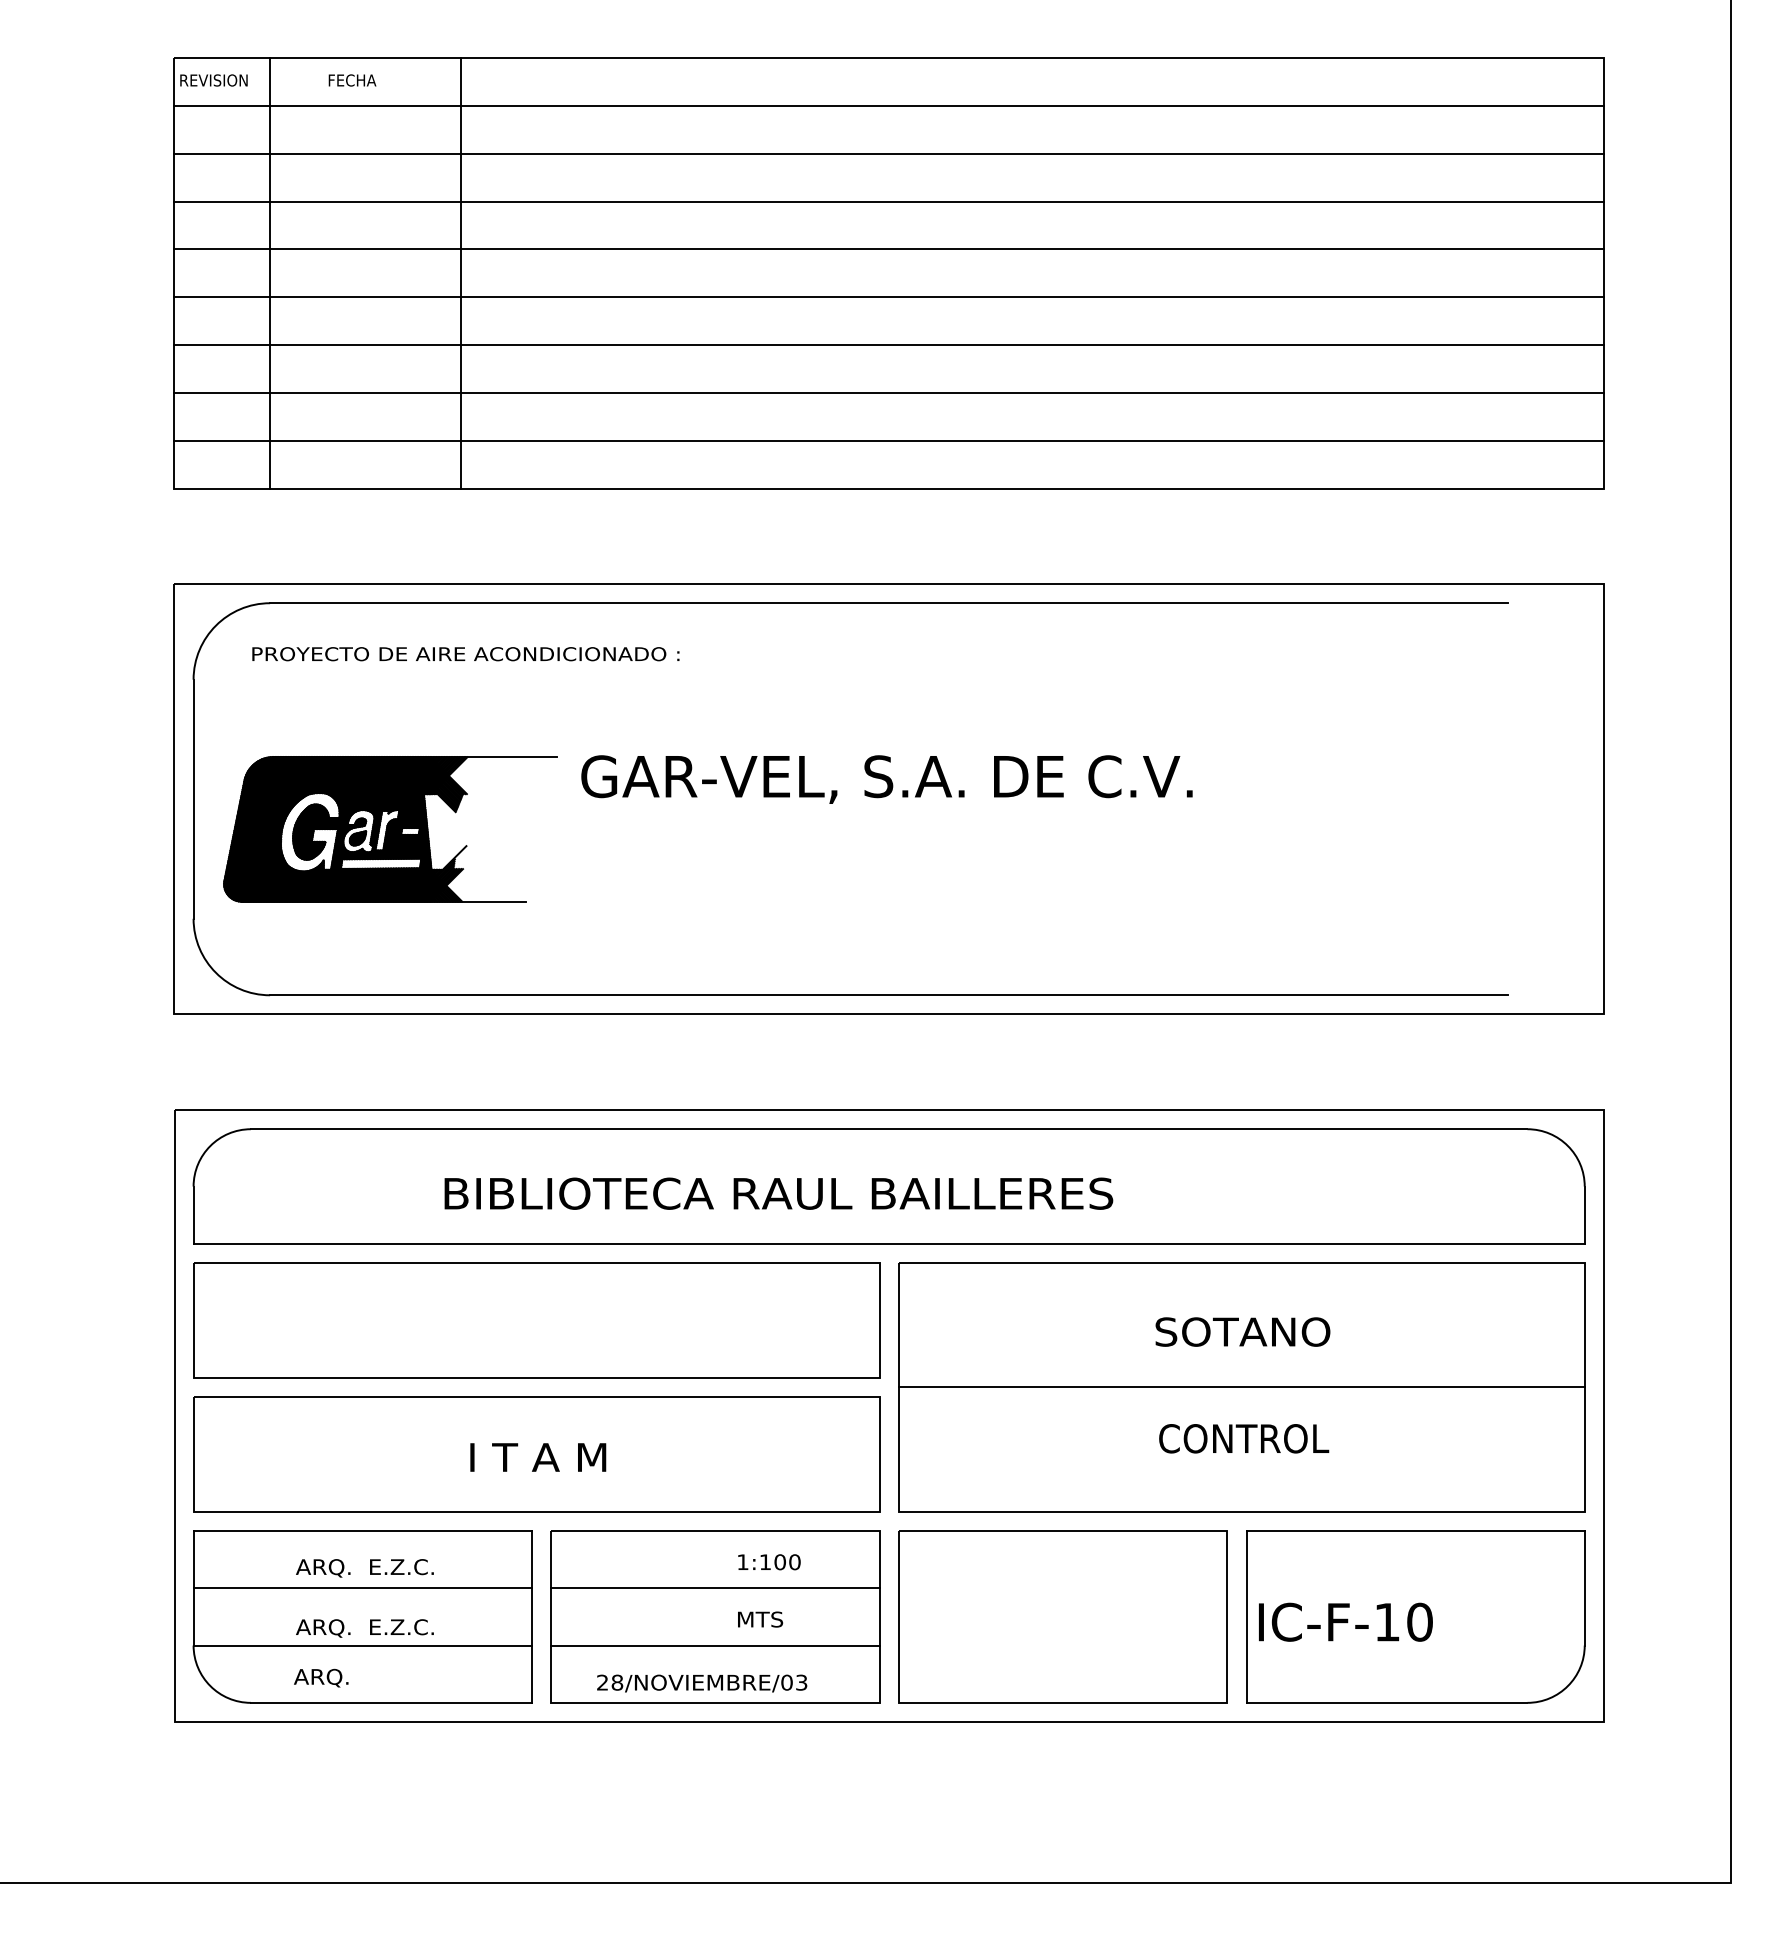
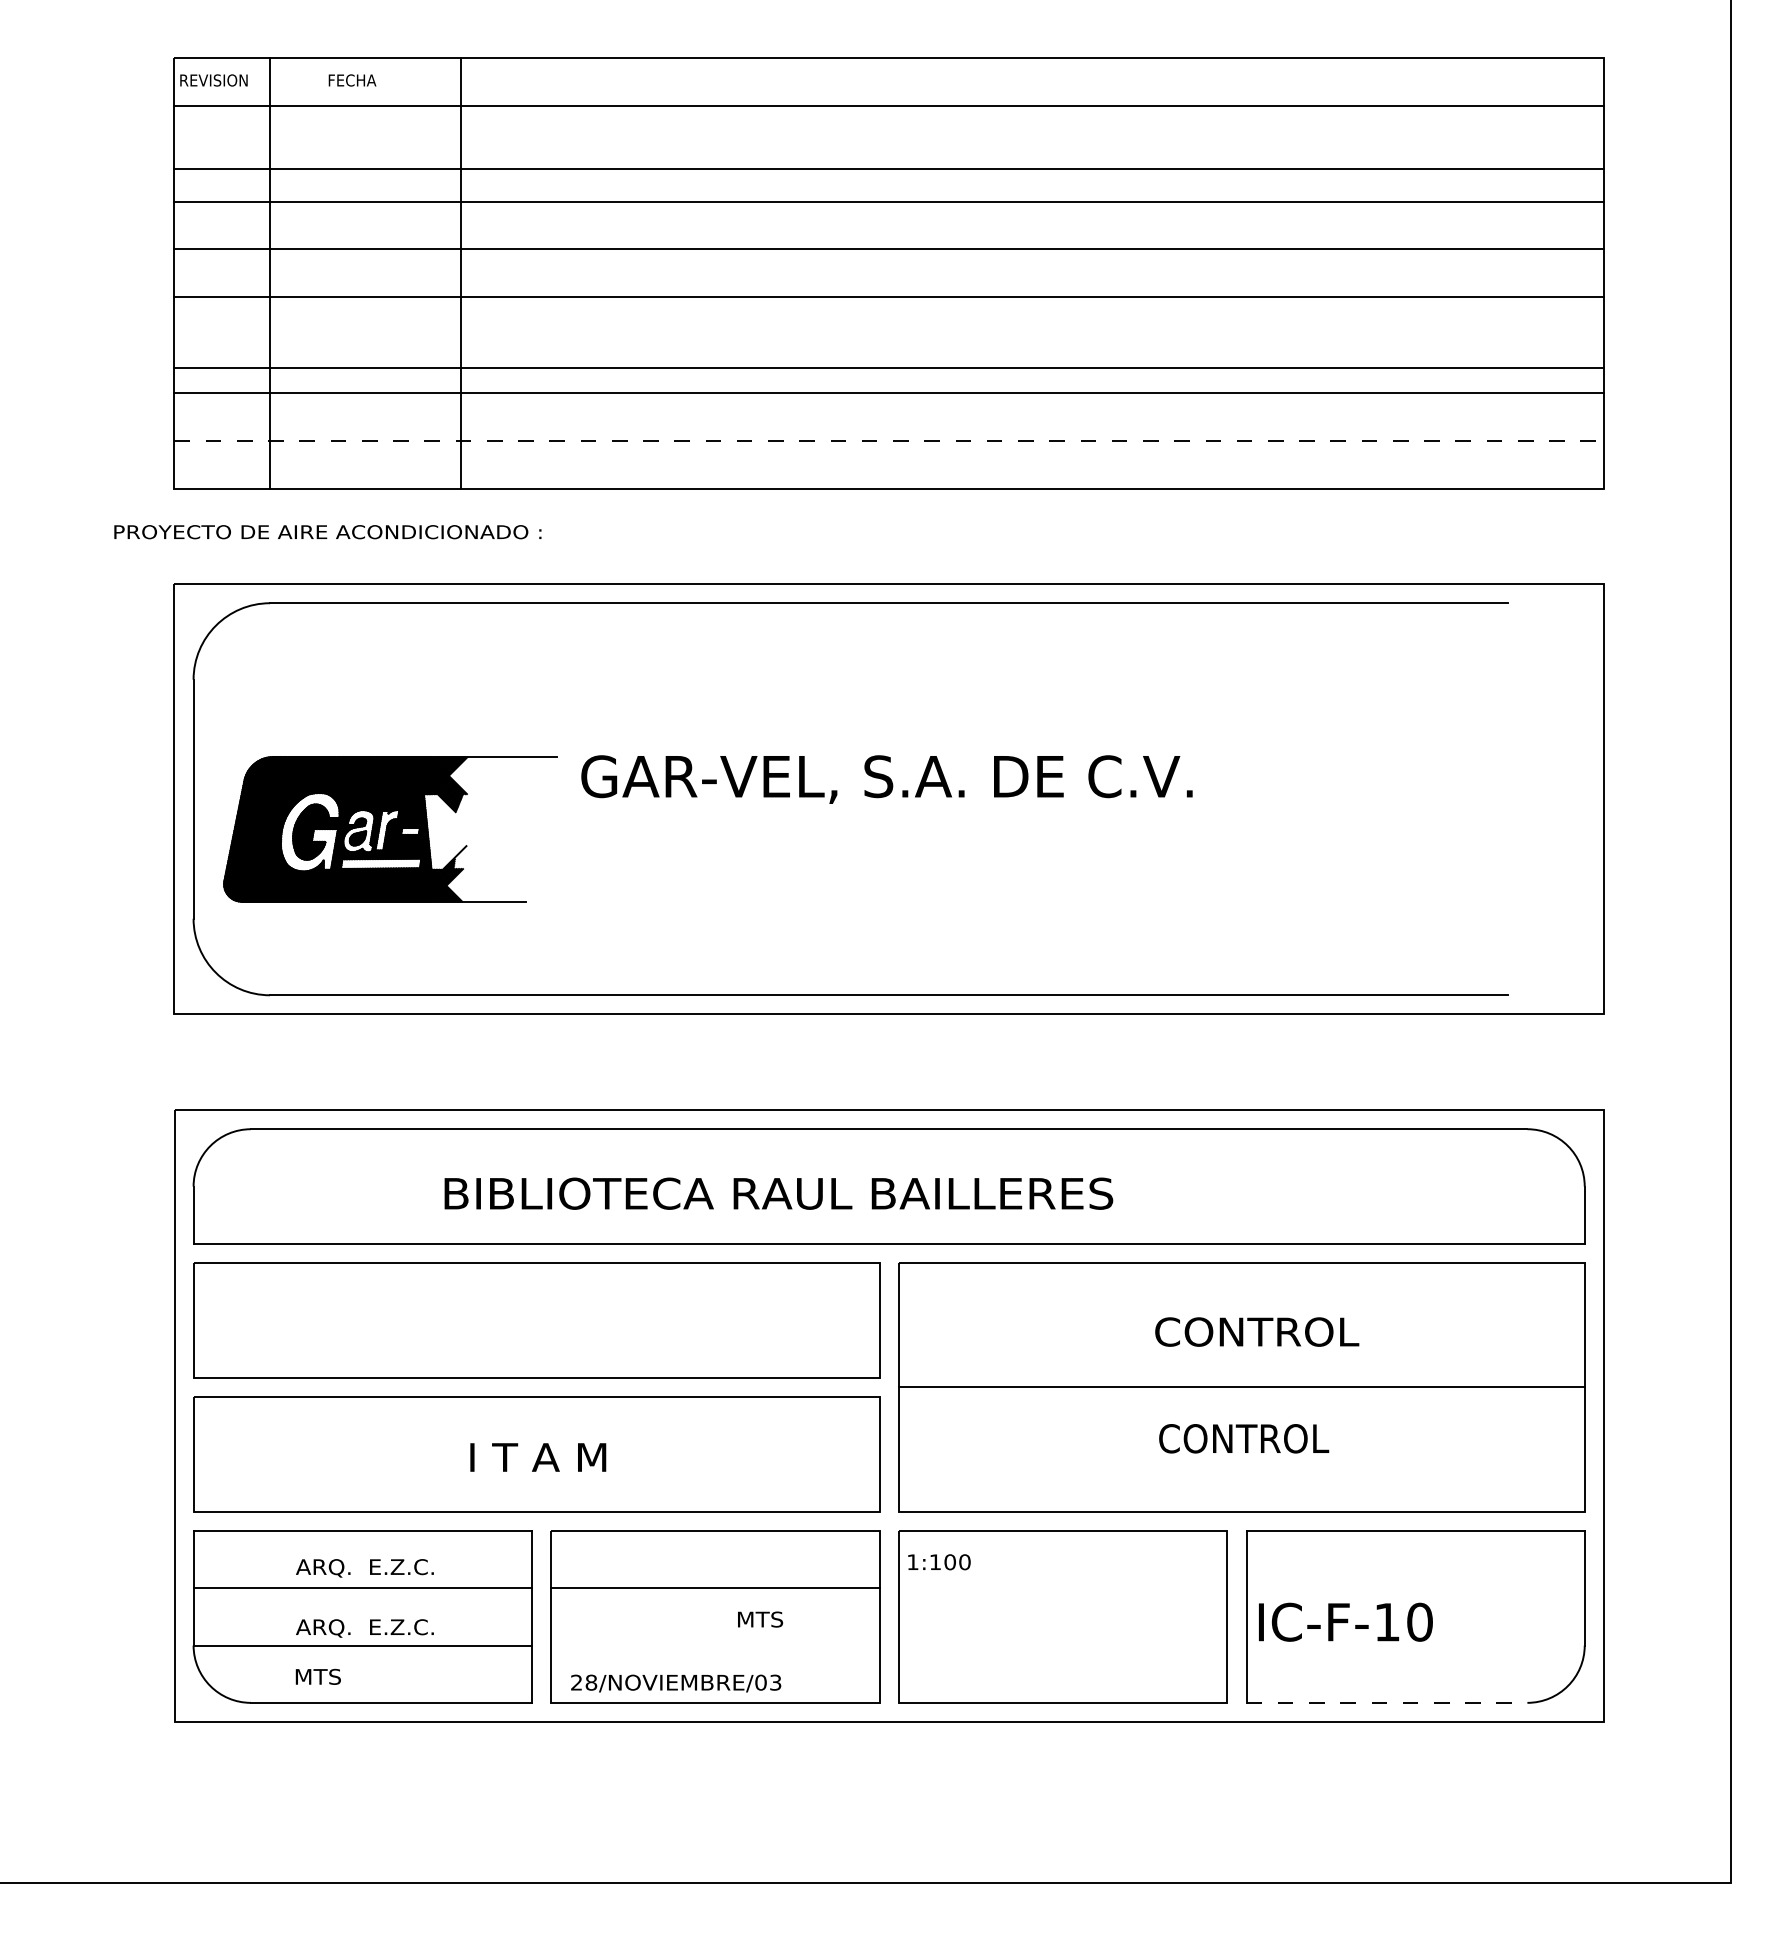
line at (888, 153) position: (888, 153) -> (888, 168)
line at (888, 345) position: (888, 345) -> (888, 368)
line at (889, 440): solid -> dashed
text at (465, 654) position: (465, 654) -> (327, 532)
text at (1257, 1331): SOTANO -> CONTROL
text at (769, 1562) position: (769, 1562) -> (939, 1562)
line at (715, 1645): present -> none
text at (321, 1678): ARQ. -> MTS
text at (702, 1683) position: (702, 1683) -> (676, 1683)
line at (1387, 1702): solid -> dashed
